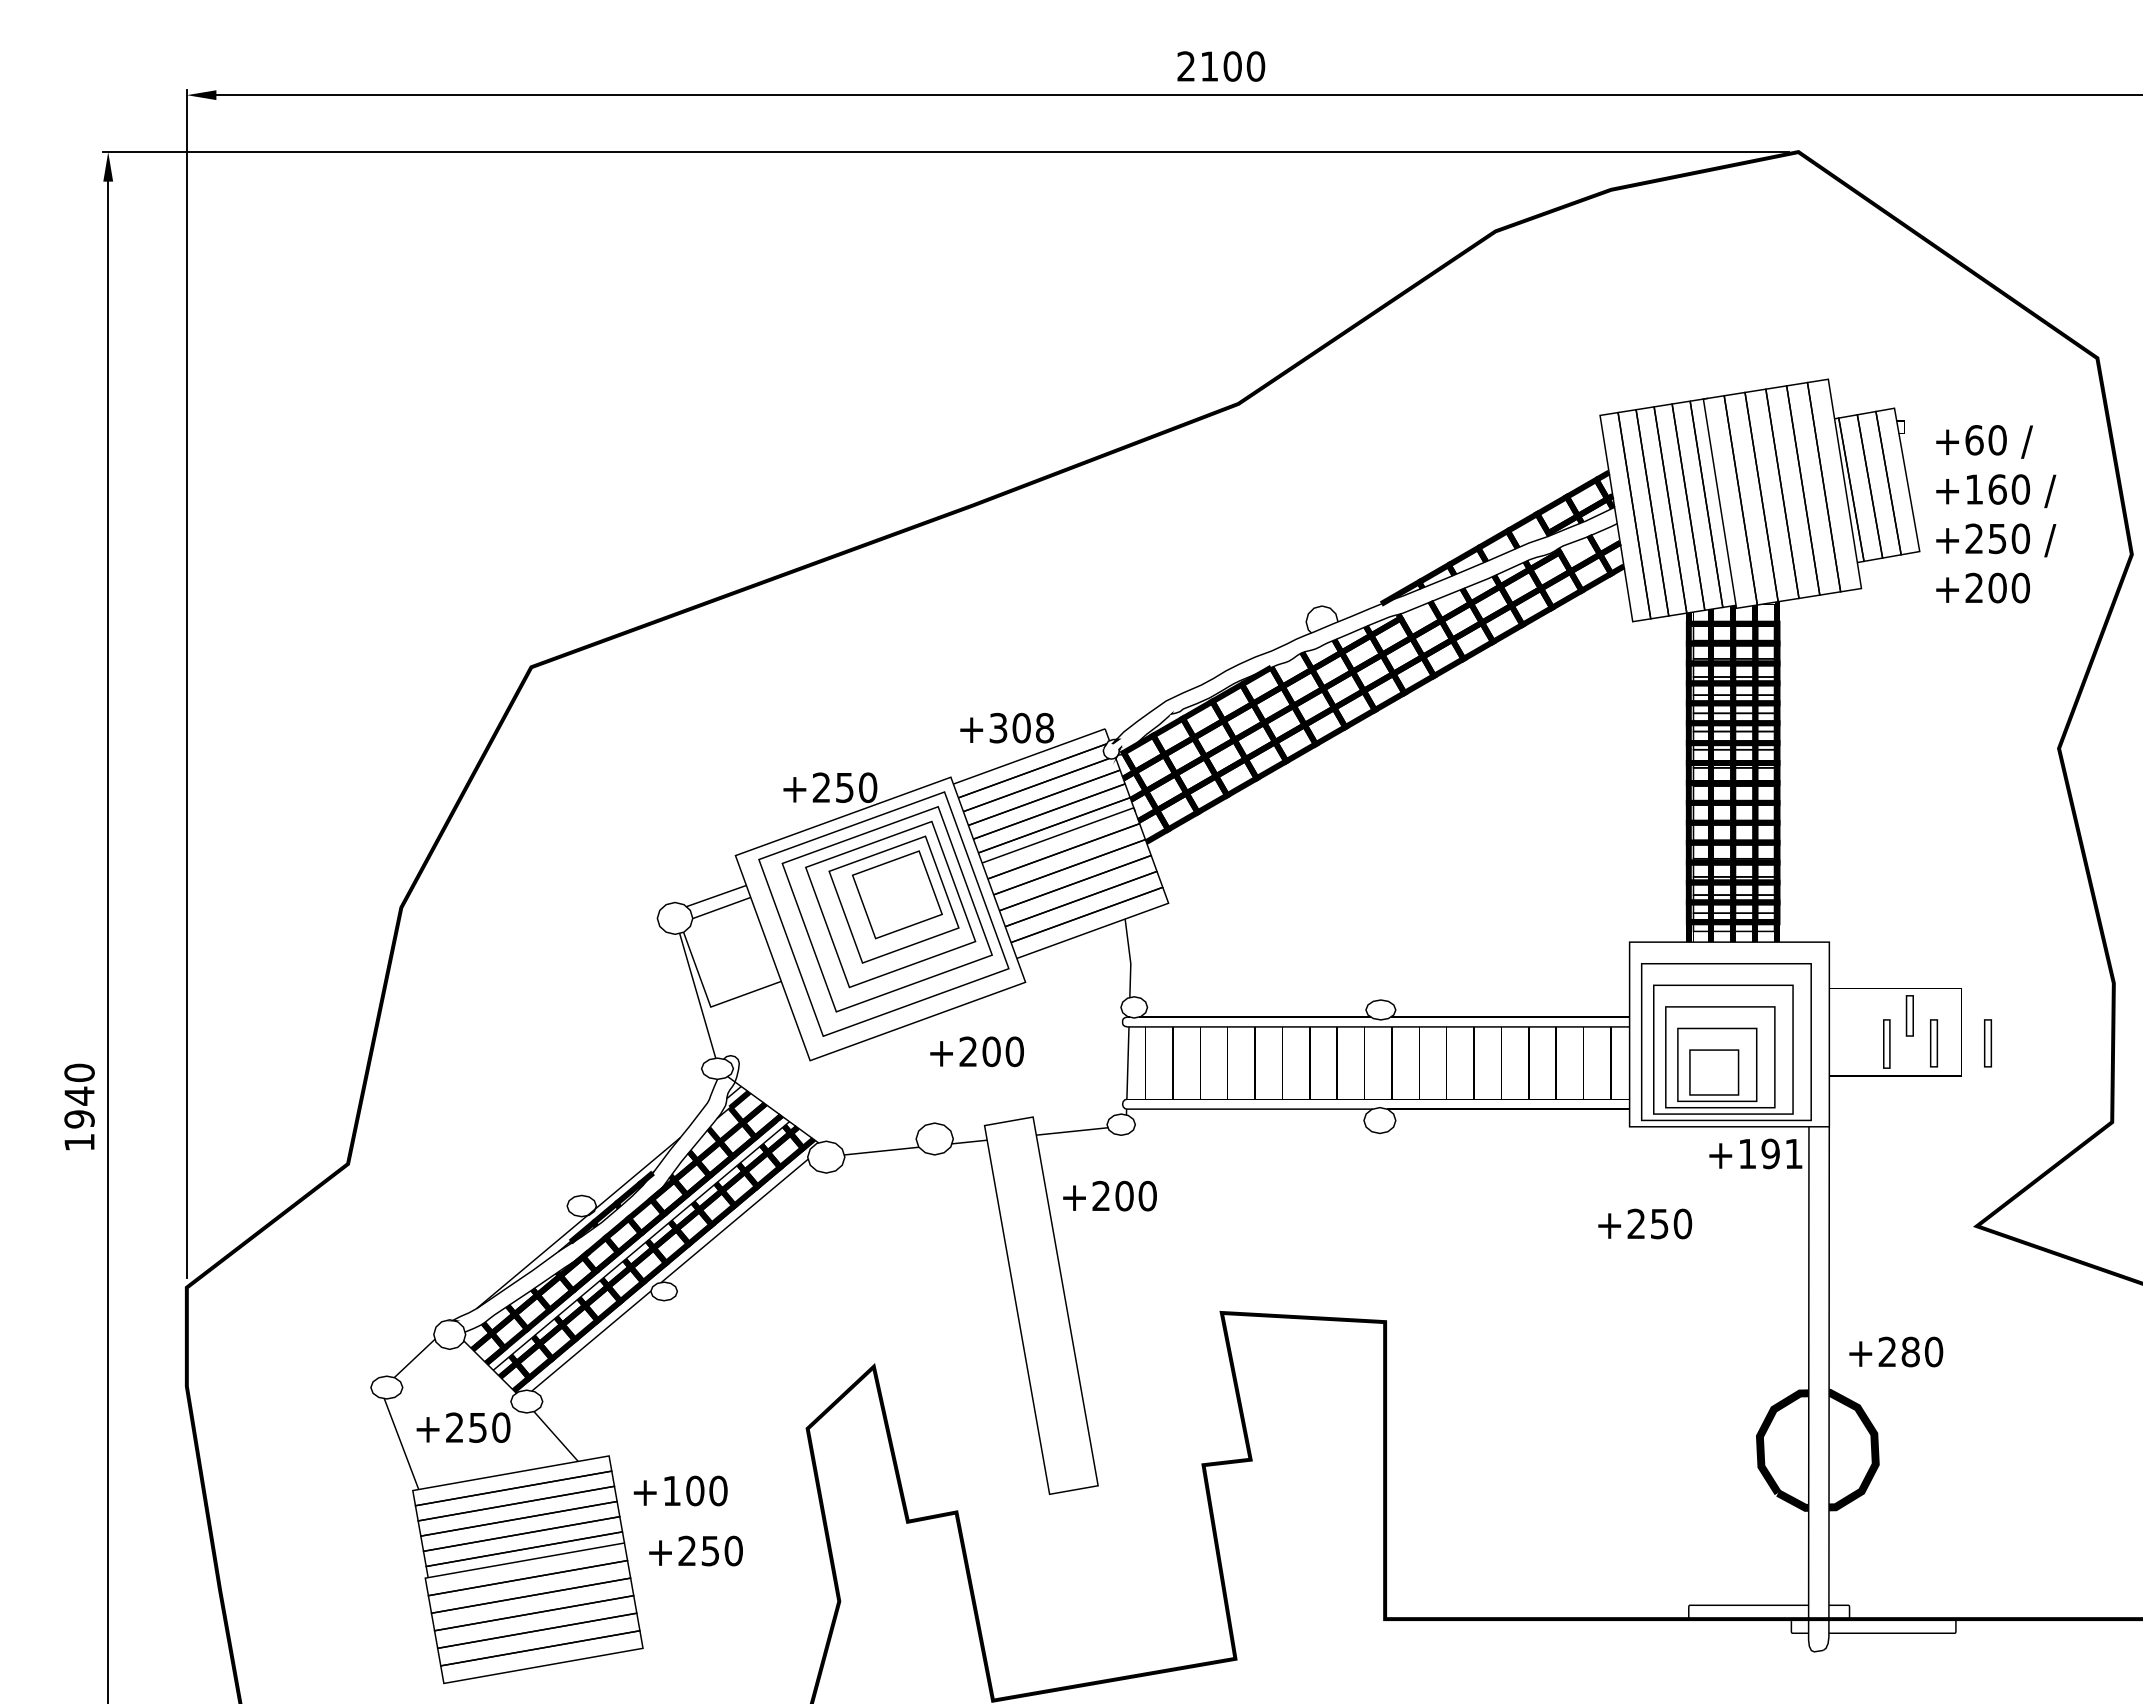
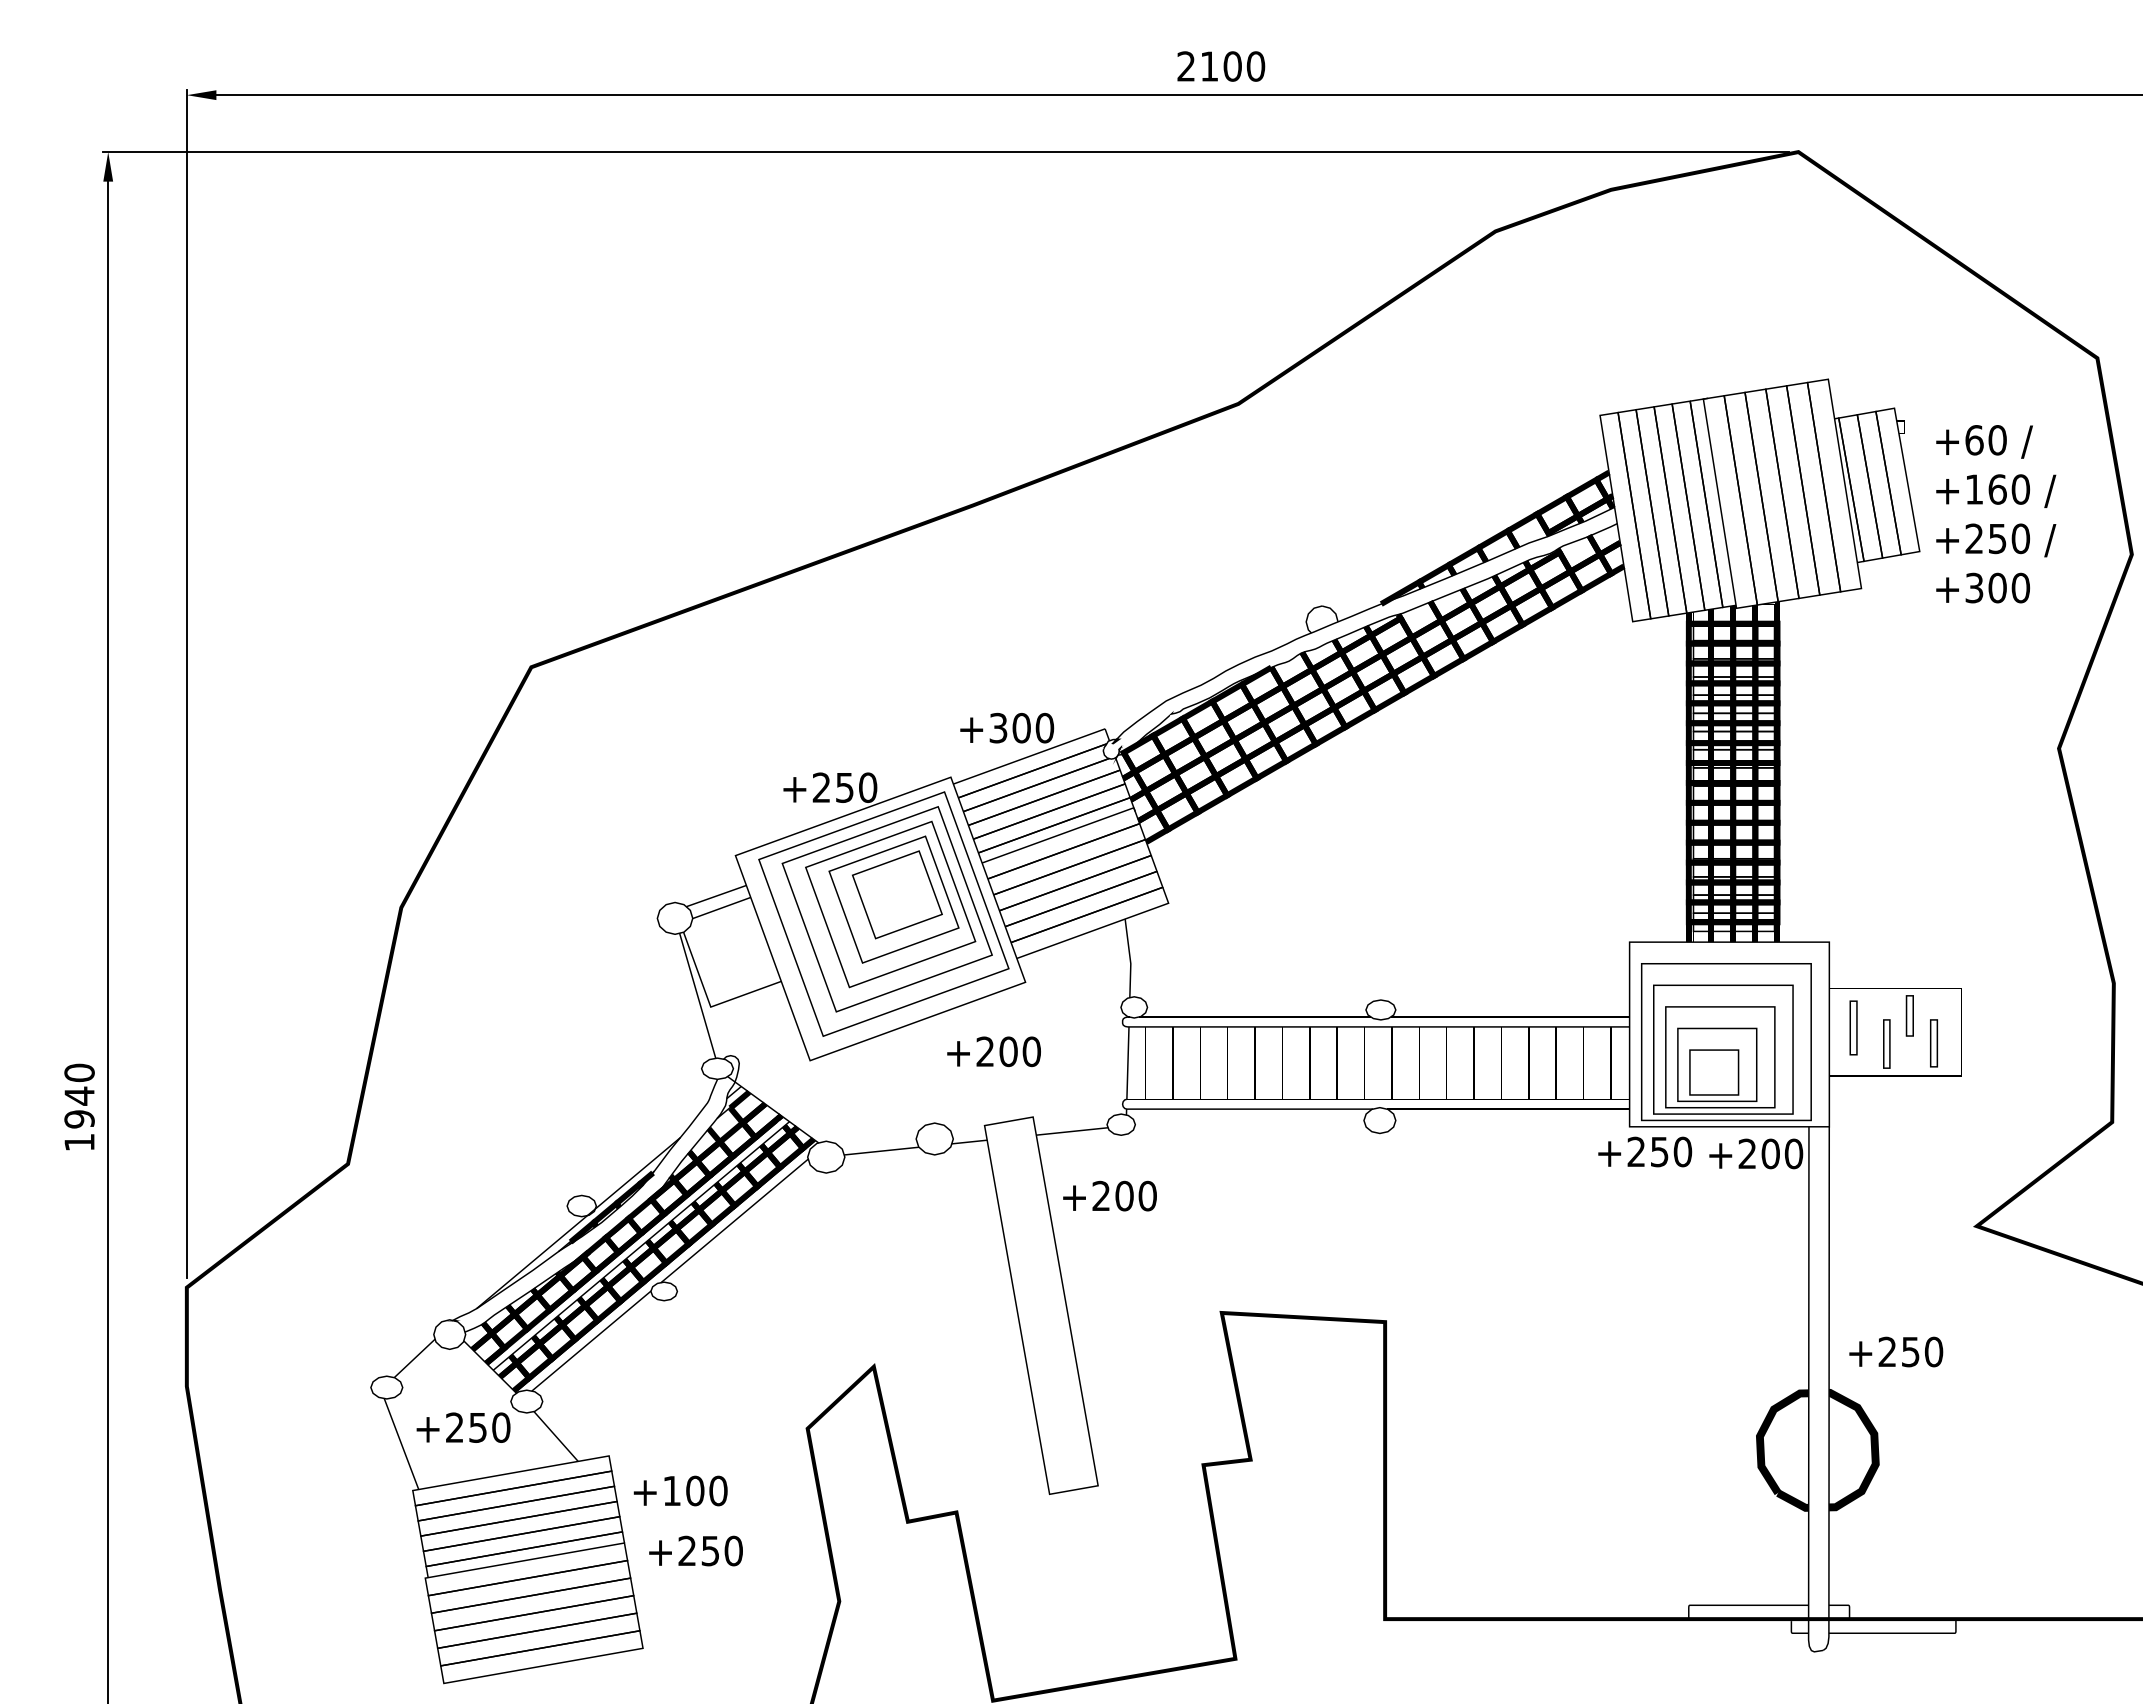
text at (1974, 588): +200 -> +300
text at (1044, 728): +308 -> +300
part at (1853, 1027): none -> present
part at (1987, 1043): present -> none
text at (976, 1051) position: (976, 1051) -> (993, 1051)
text at (1770, 1153): +191 -> +200
text at (1645, 1223) position: (1645, 1223) -> (1645, 1151)
text at (1910, 1351): +280 -> +250
